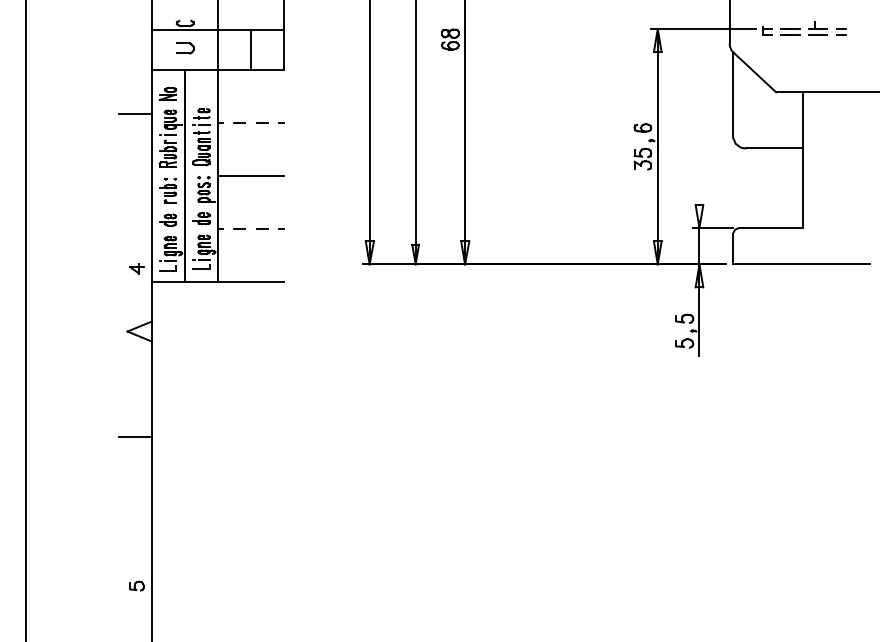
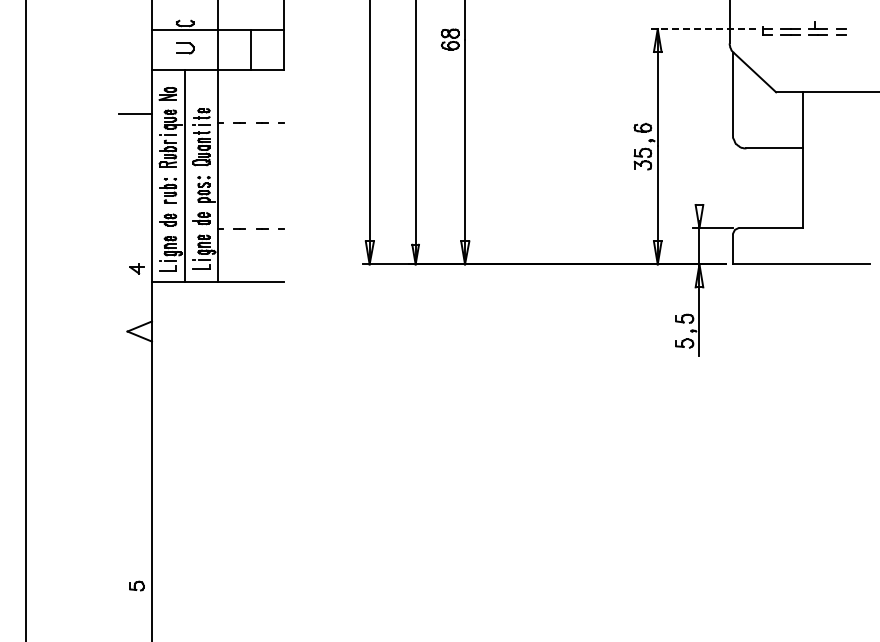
line at (703, 29): solid -> dashed
line at (251, 175): present -> none
line at (135, 437): present -> none
